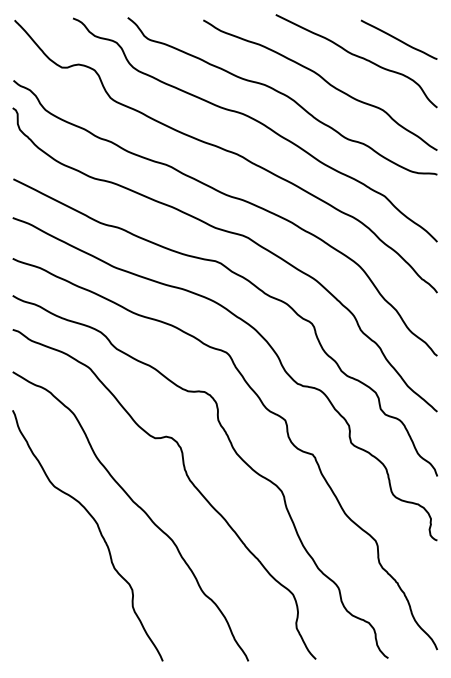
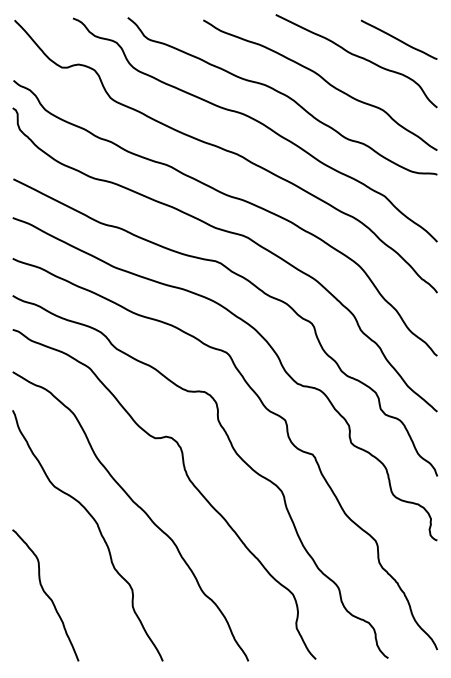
curve at (45, 594): none -> present
